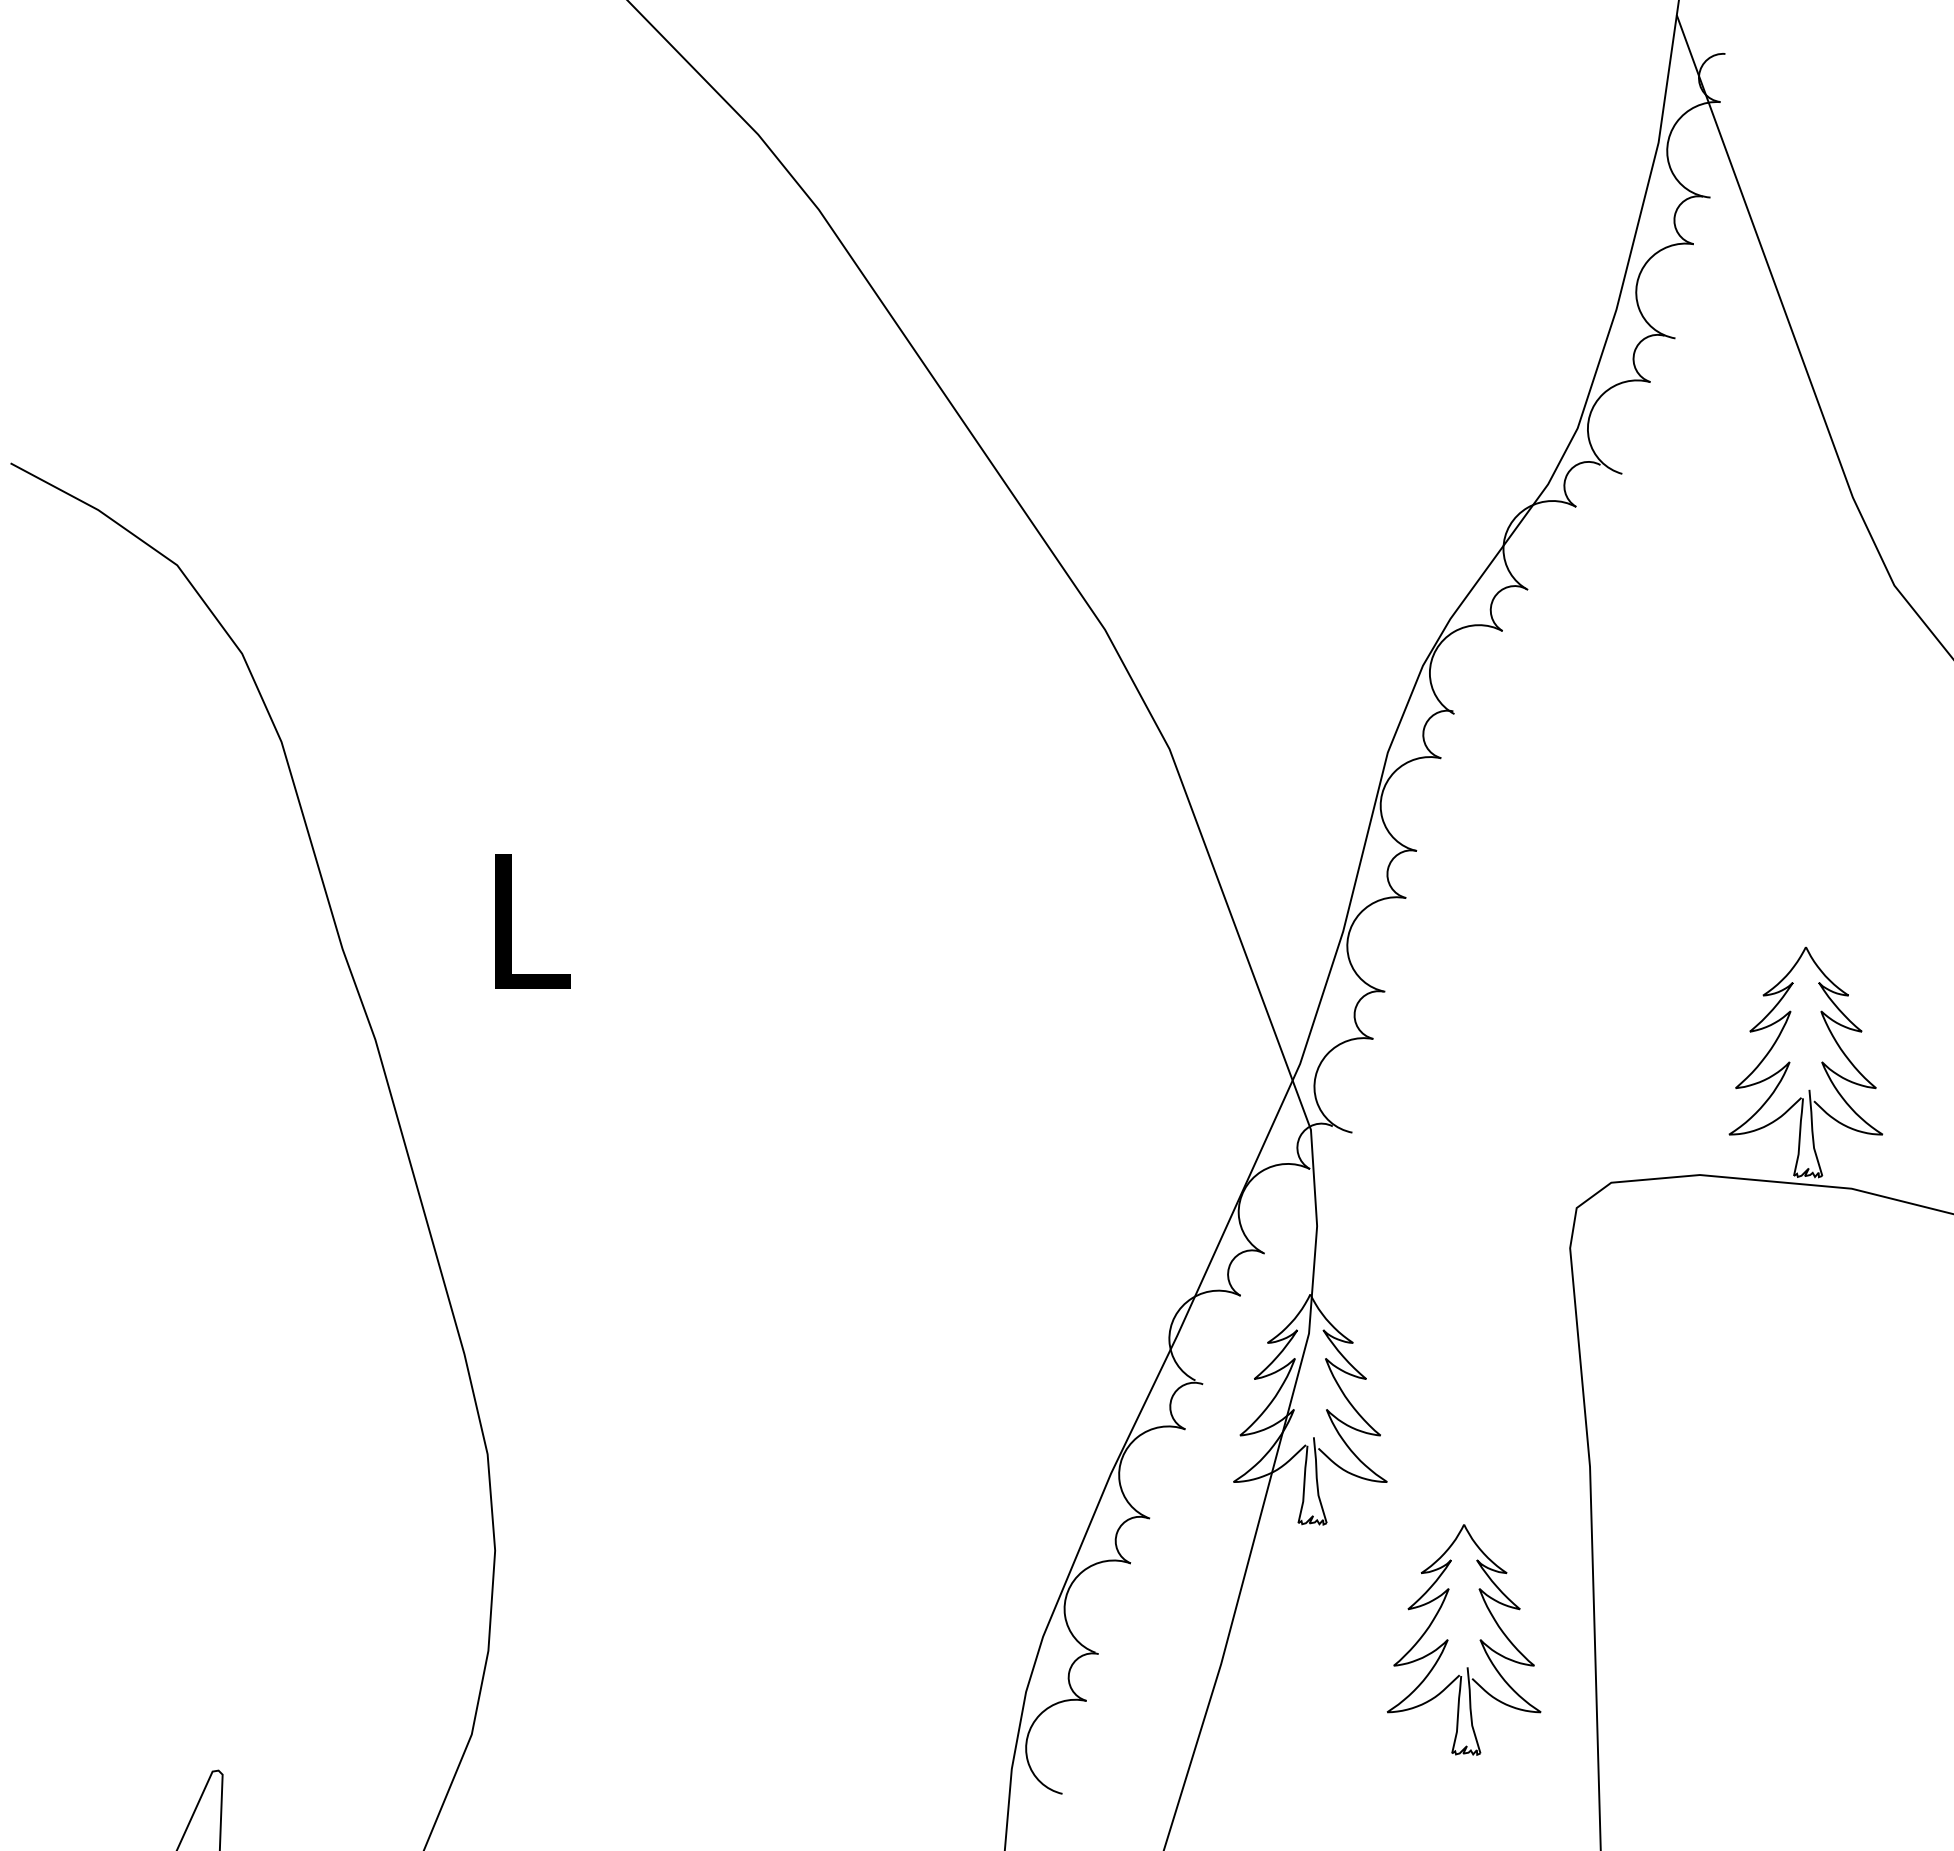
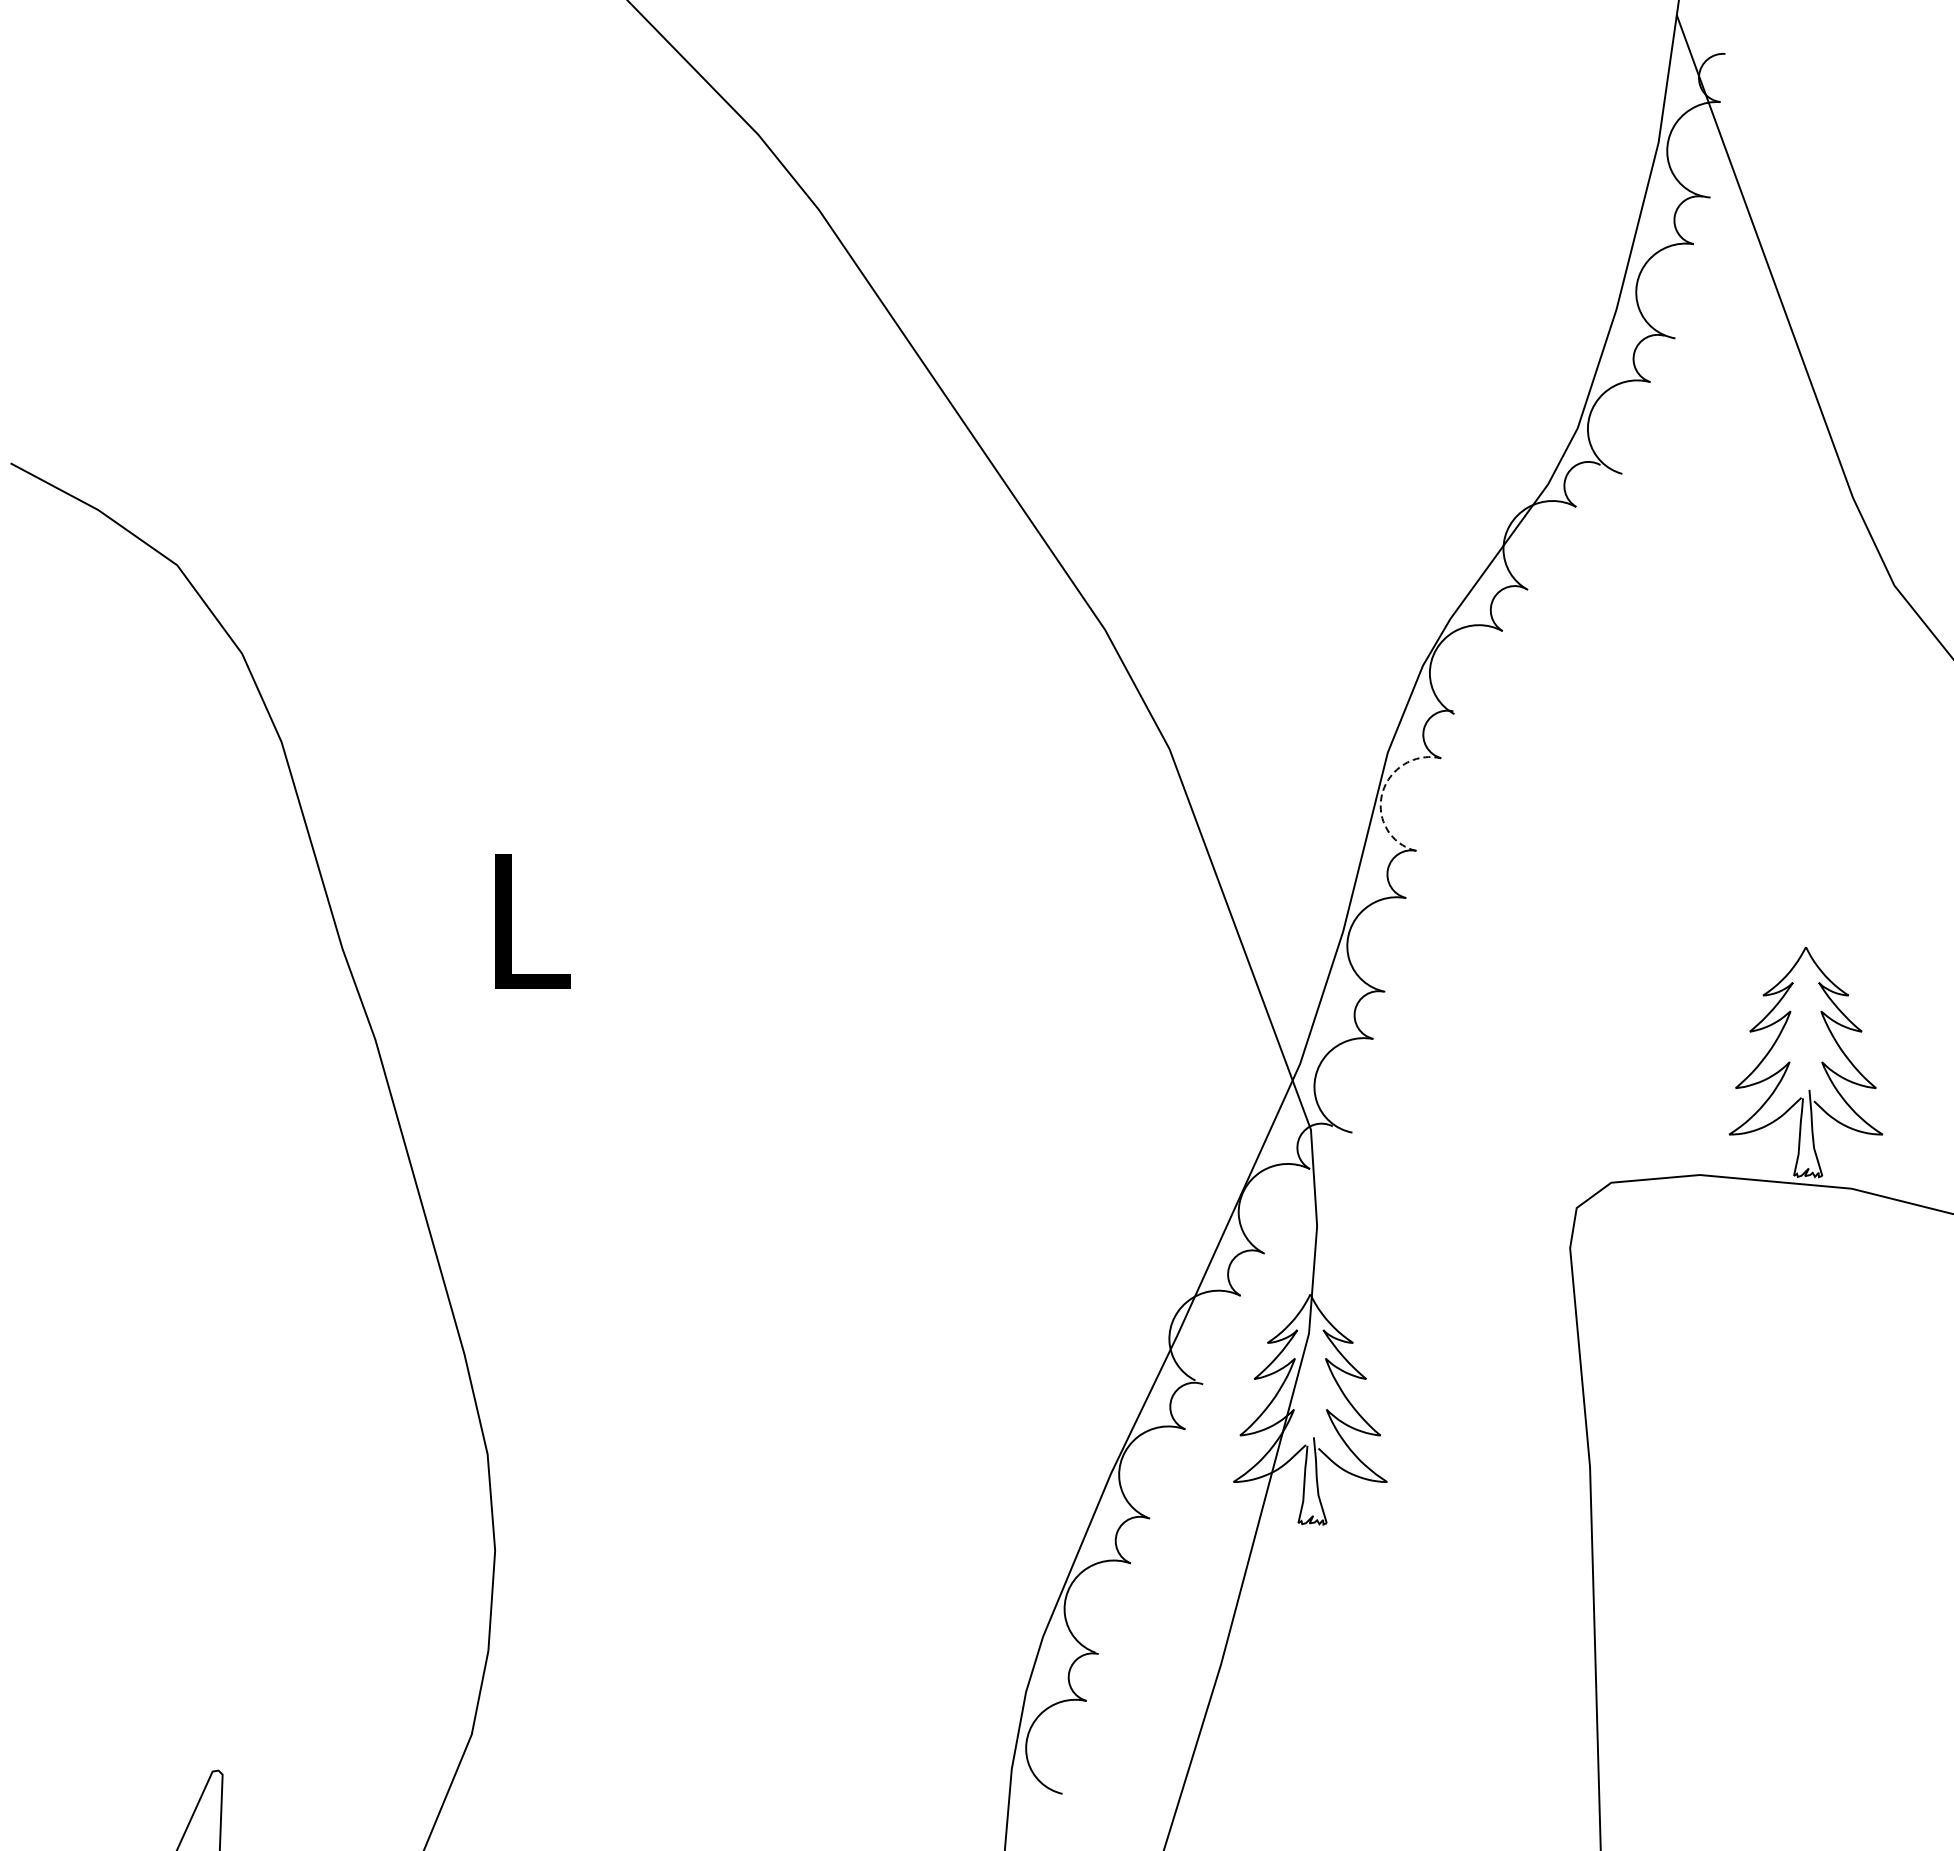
arc at (1382, 793): solid -> dashed
part at (1448, 1639): present -> none
